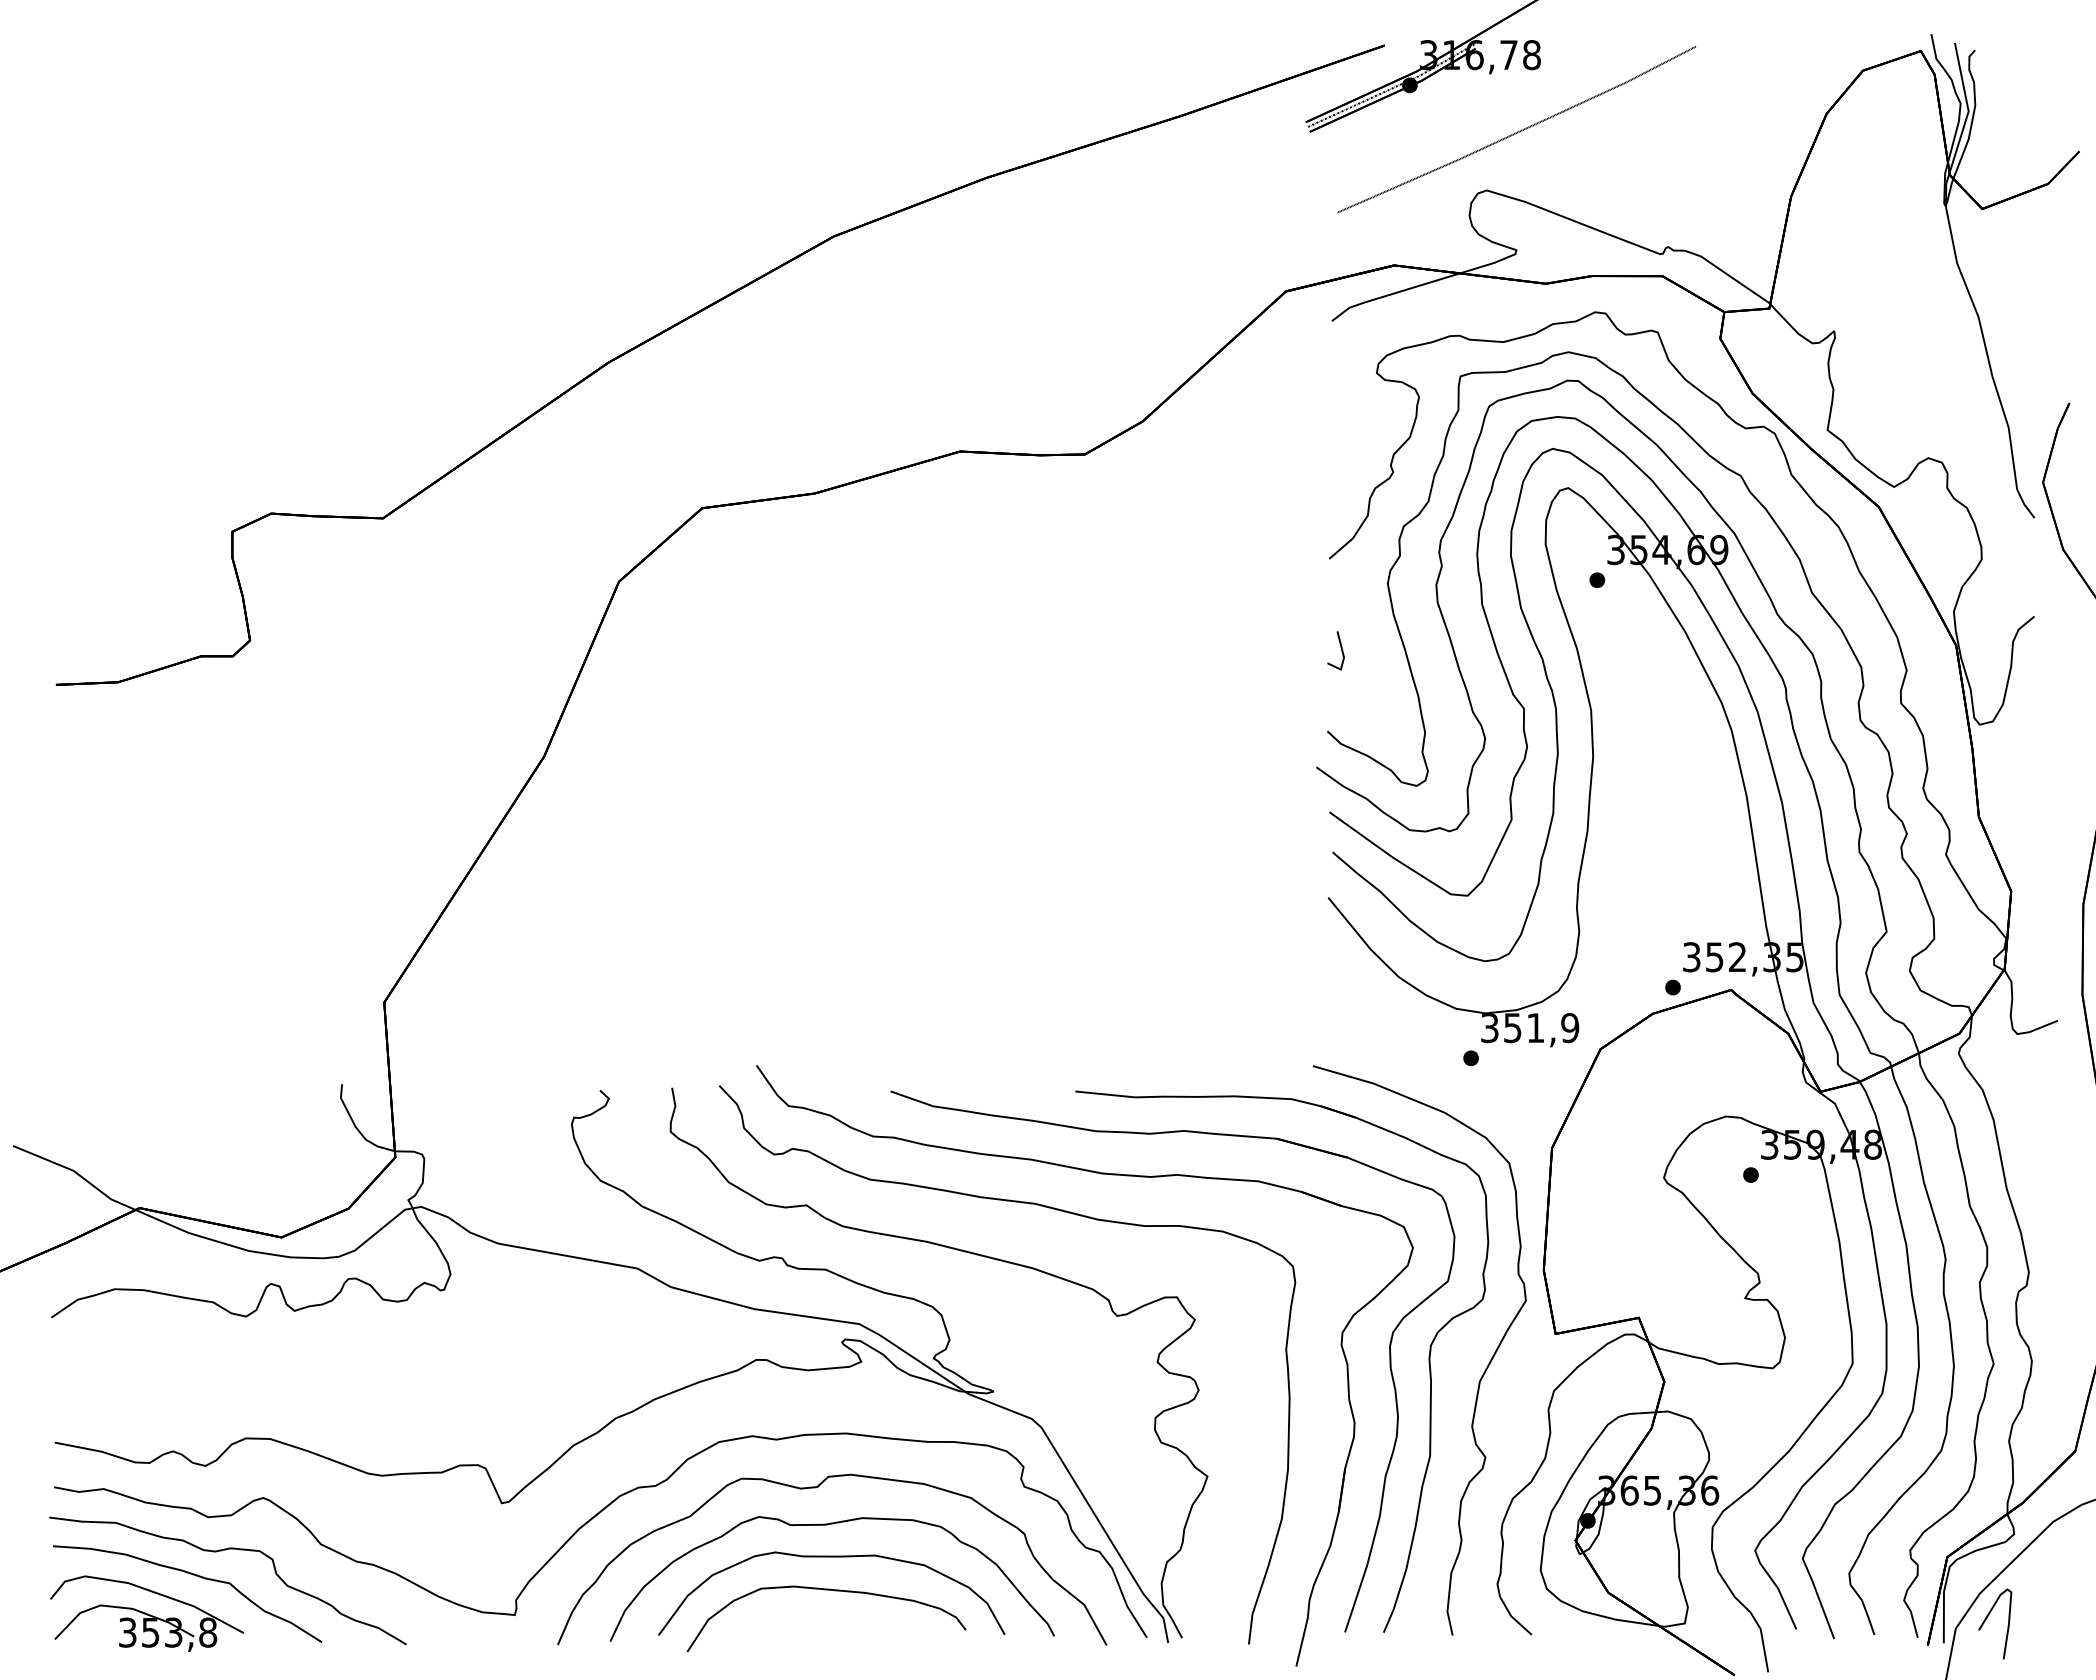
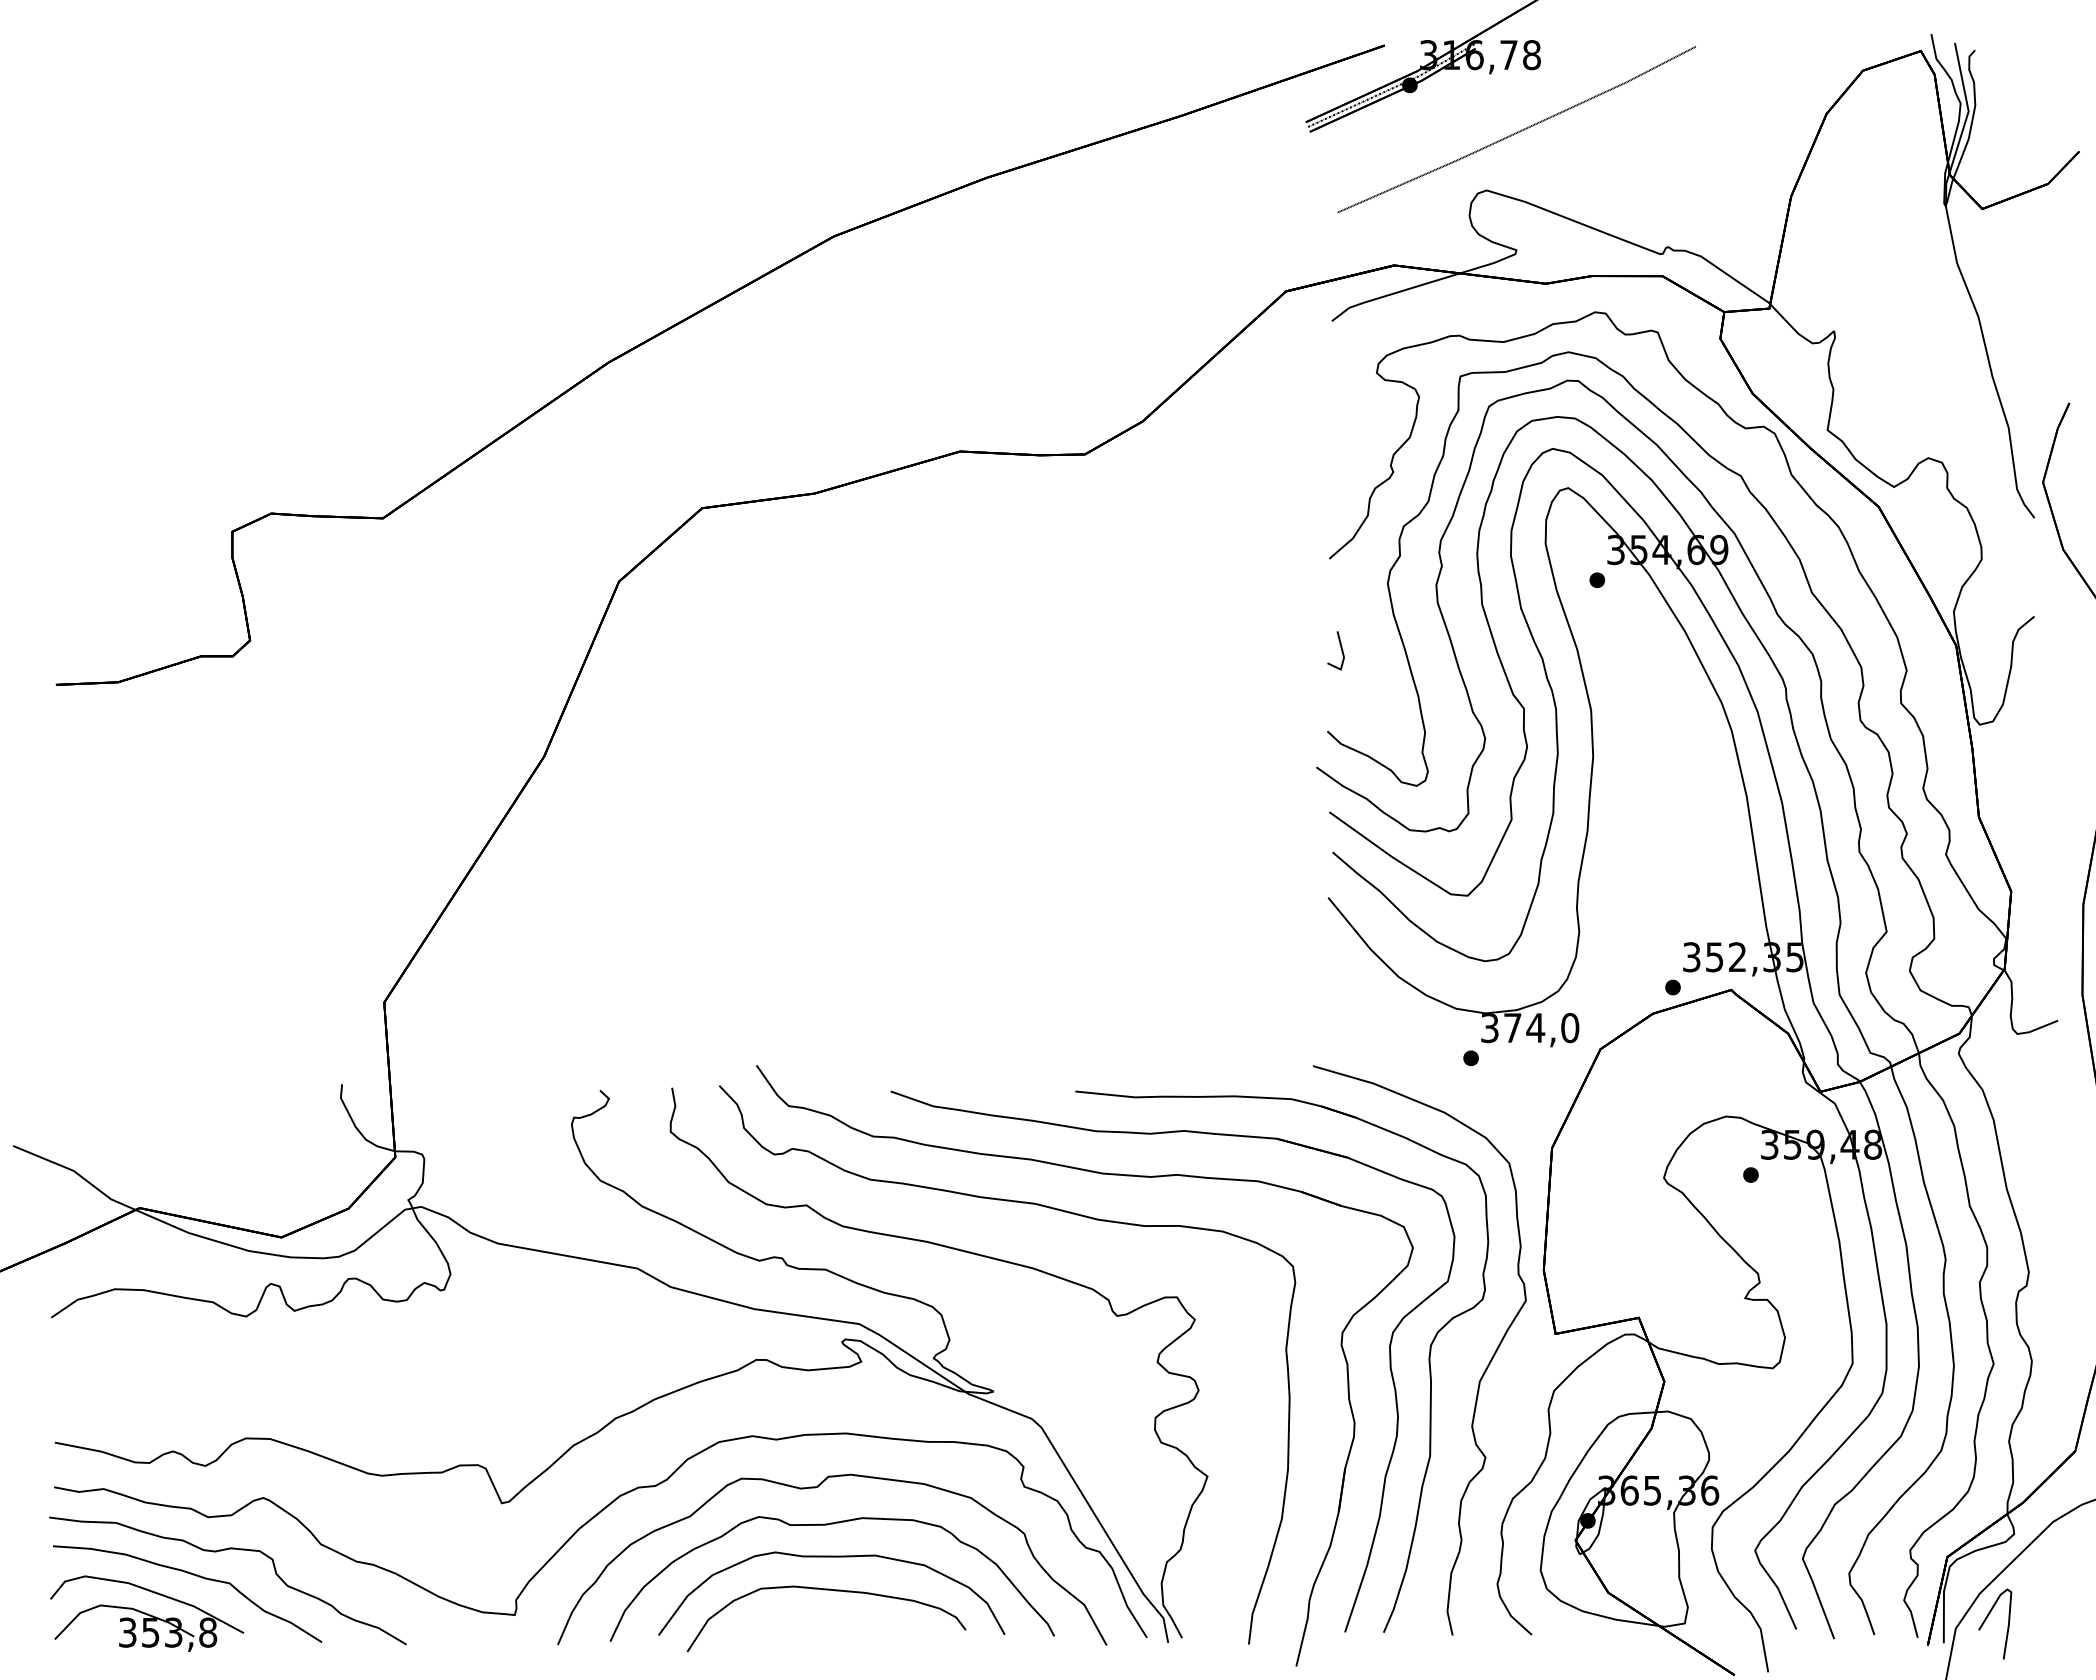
text at (1541, 1028): 351,9 -> 374,0
